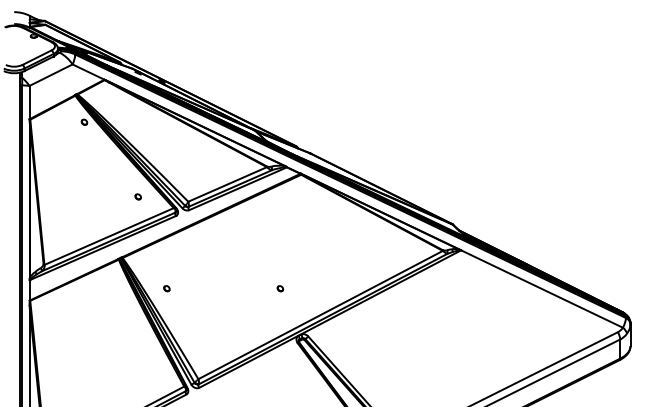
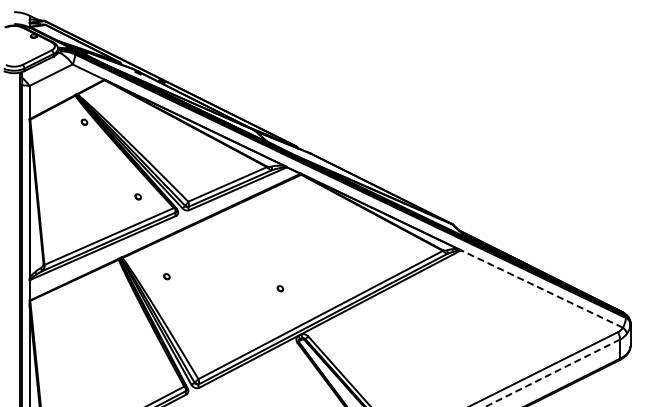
part at (166, 288) position: (166, 288) -> (166, 276)
line at (542, 289): solid -> dashed
line at (553, 373): solid -> dashed
